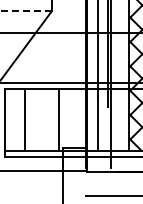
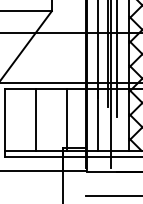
line at (25, 11): dashed -> solid
line at (116, 59): none -> present
line at (25, 119) position: (25, 119) -> (36, 119)
line at (59, 119) position: (59, 119) -> (67, 119)
